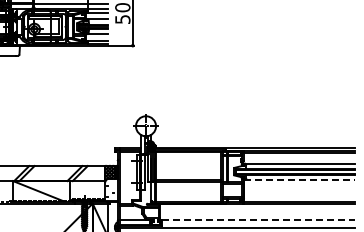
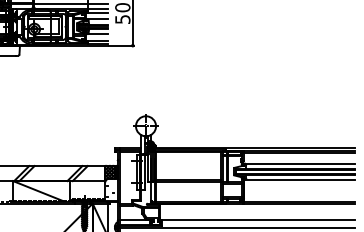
line at (299, 179): dashed -> solid
line at (258, 219): dashed -> solid
